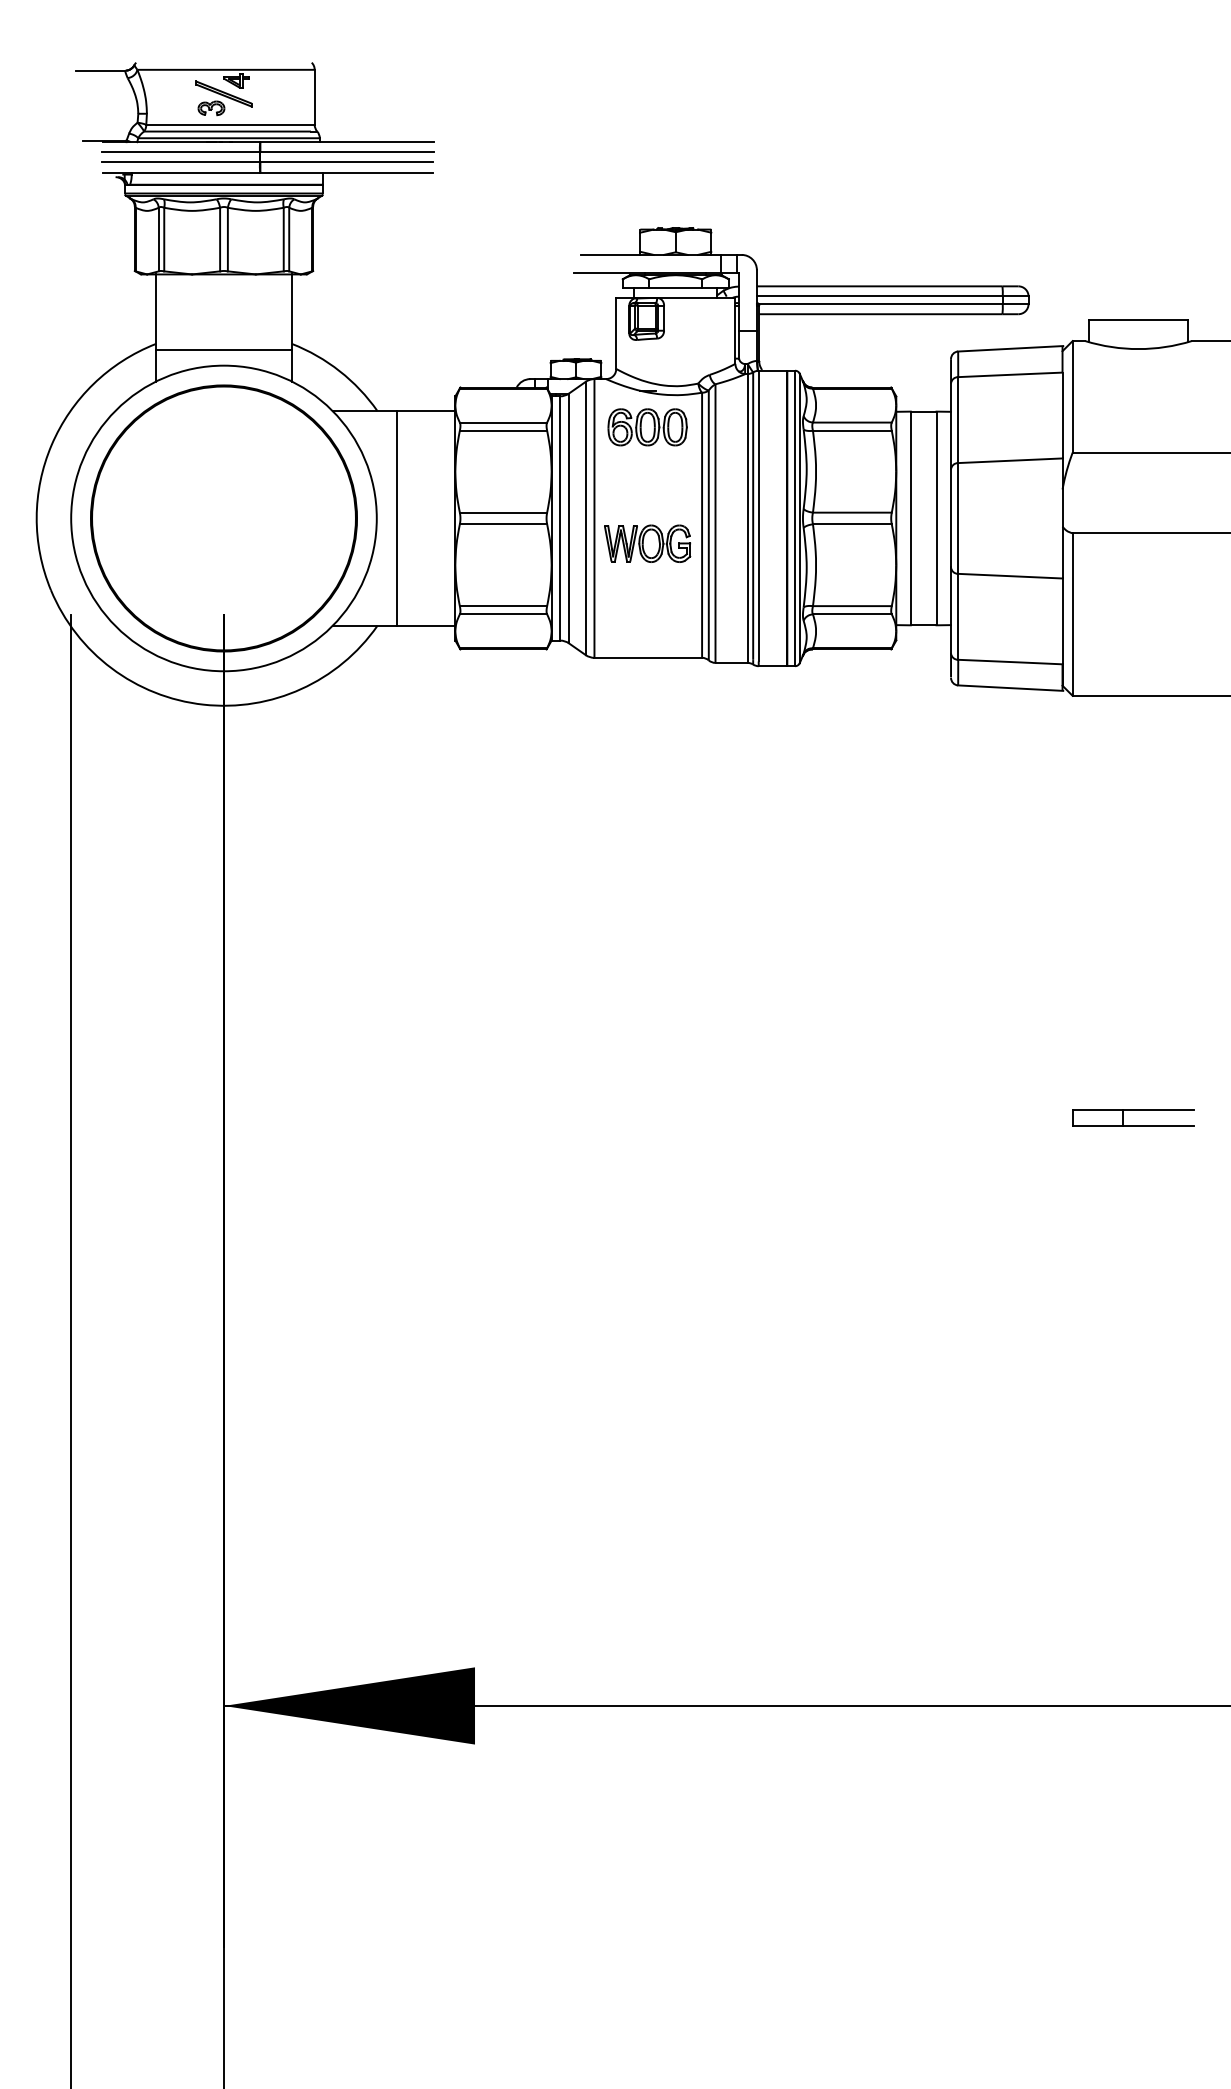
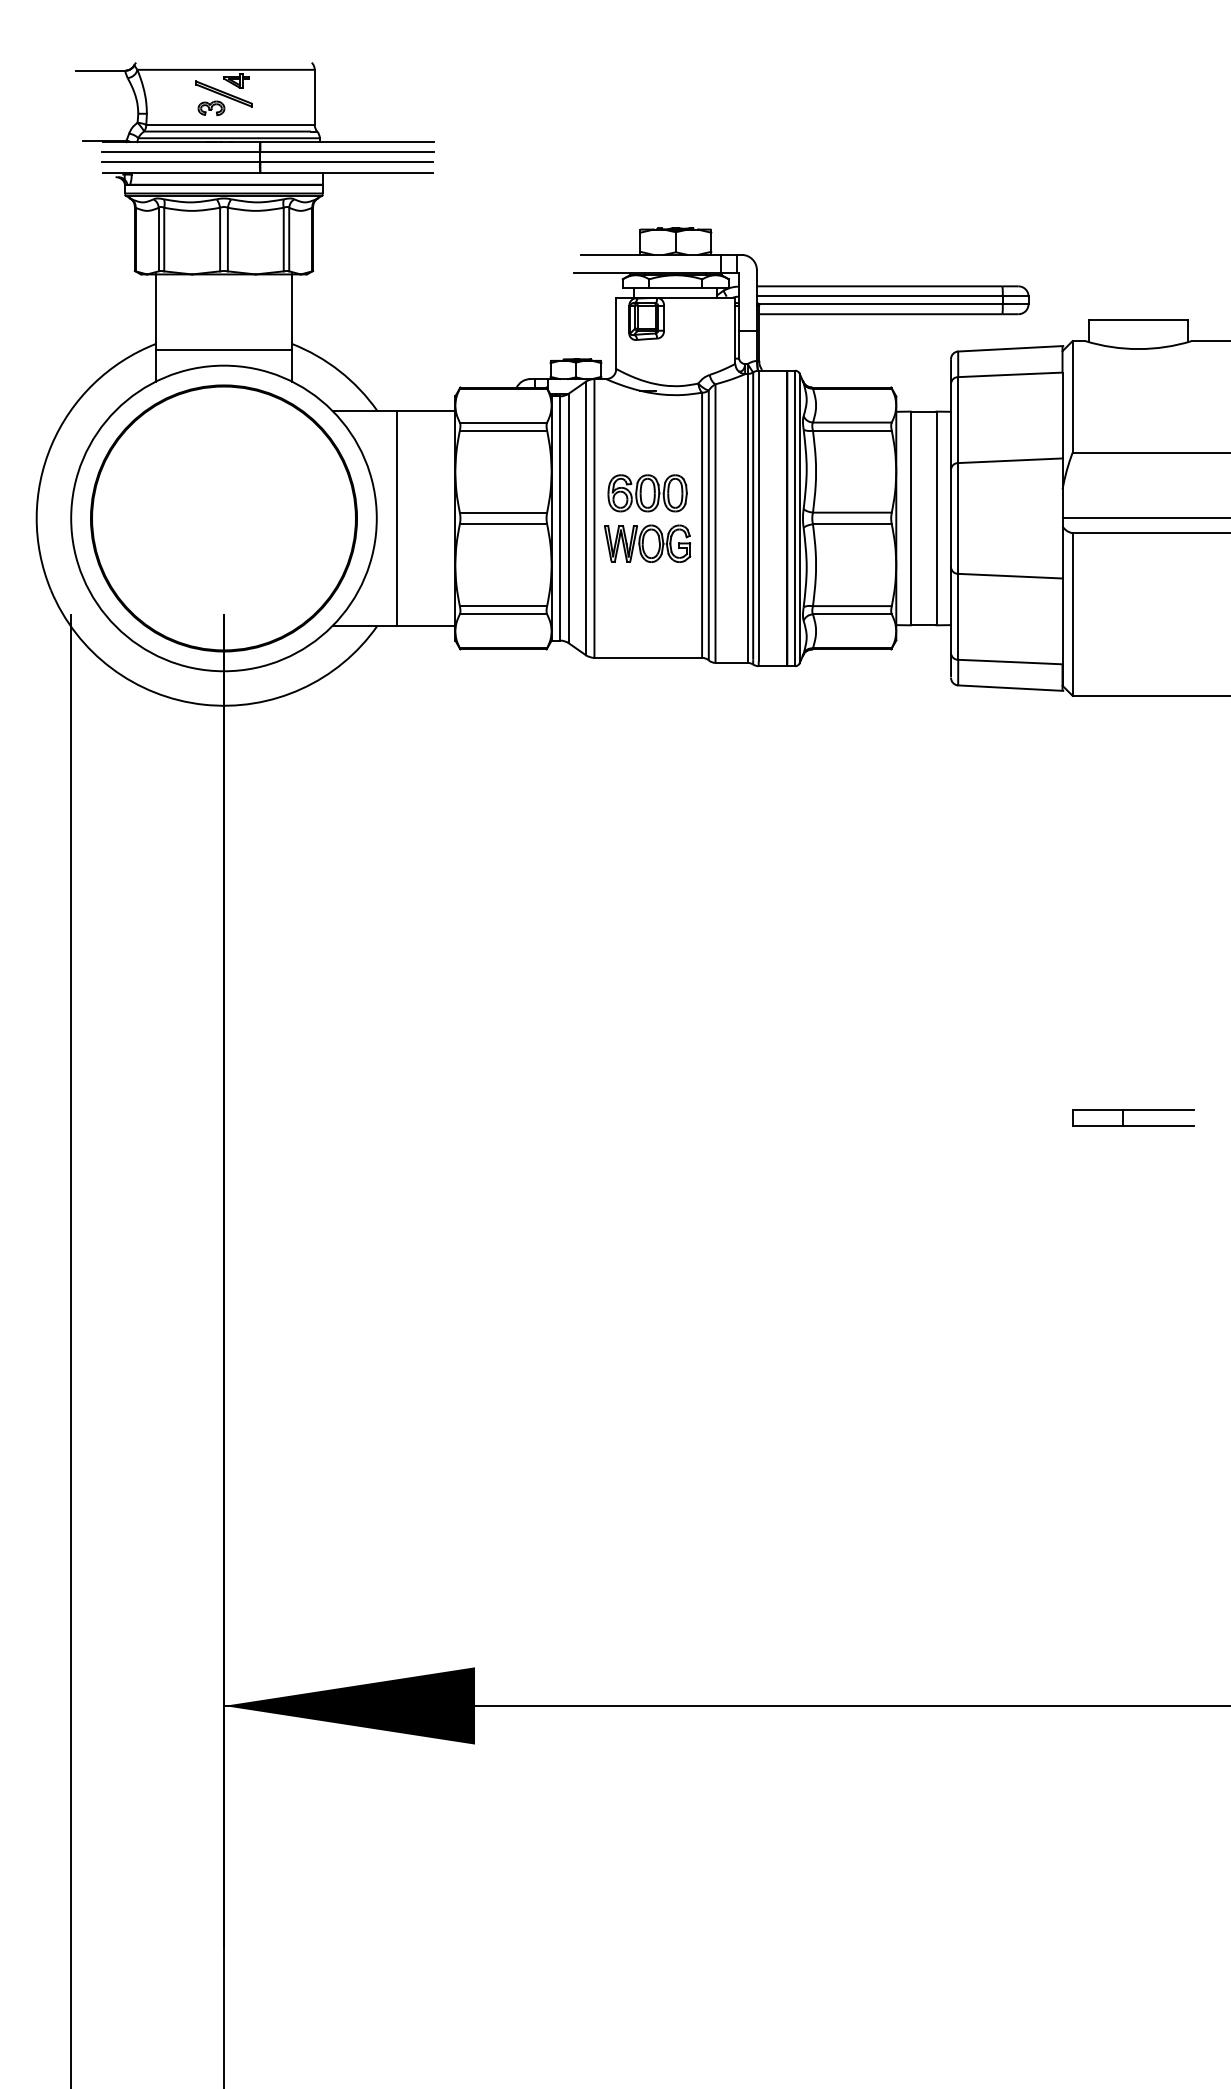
part at (647, 427) position: (647, 427) -> (647, 493)
line at (1144, 518): none -> present
